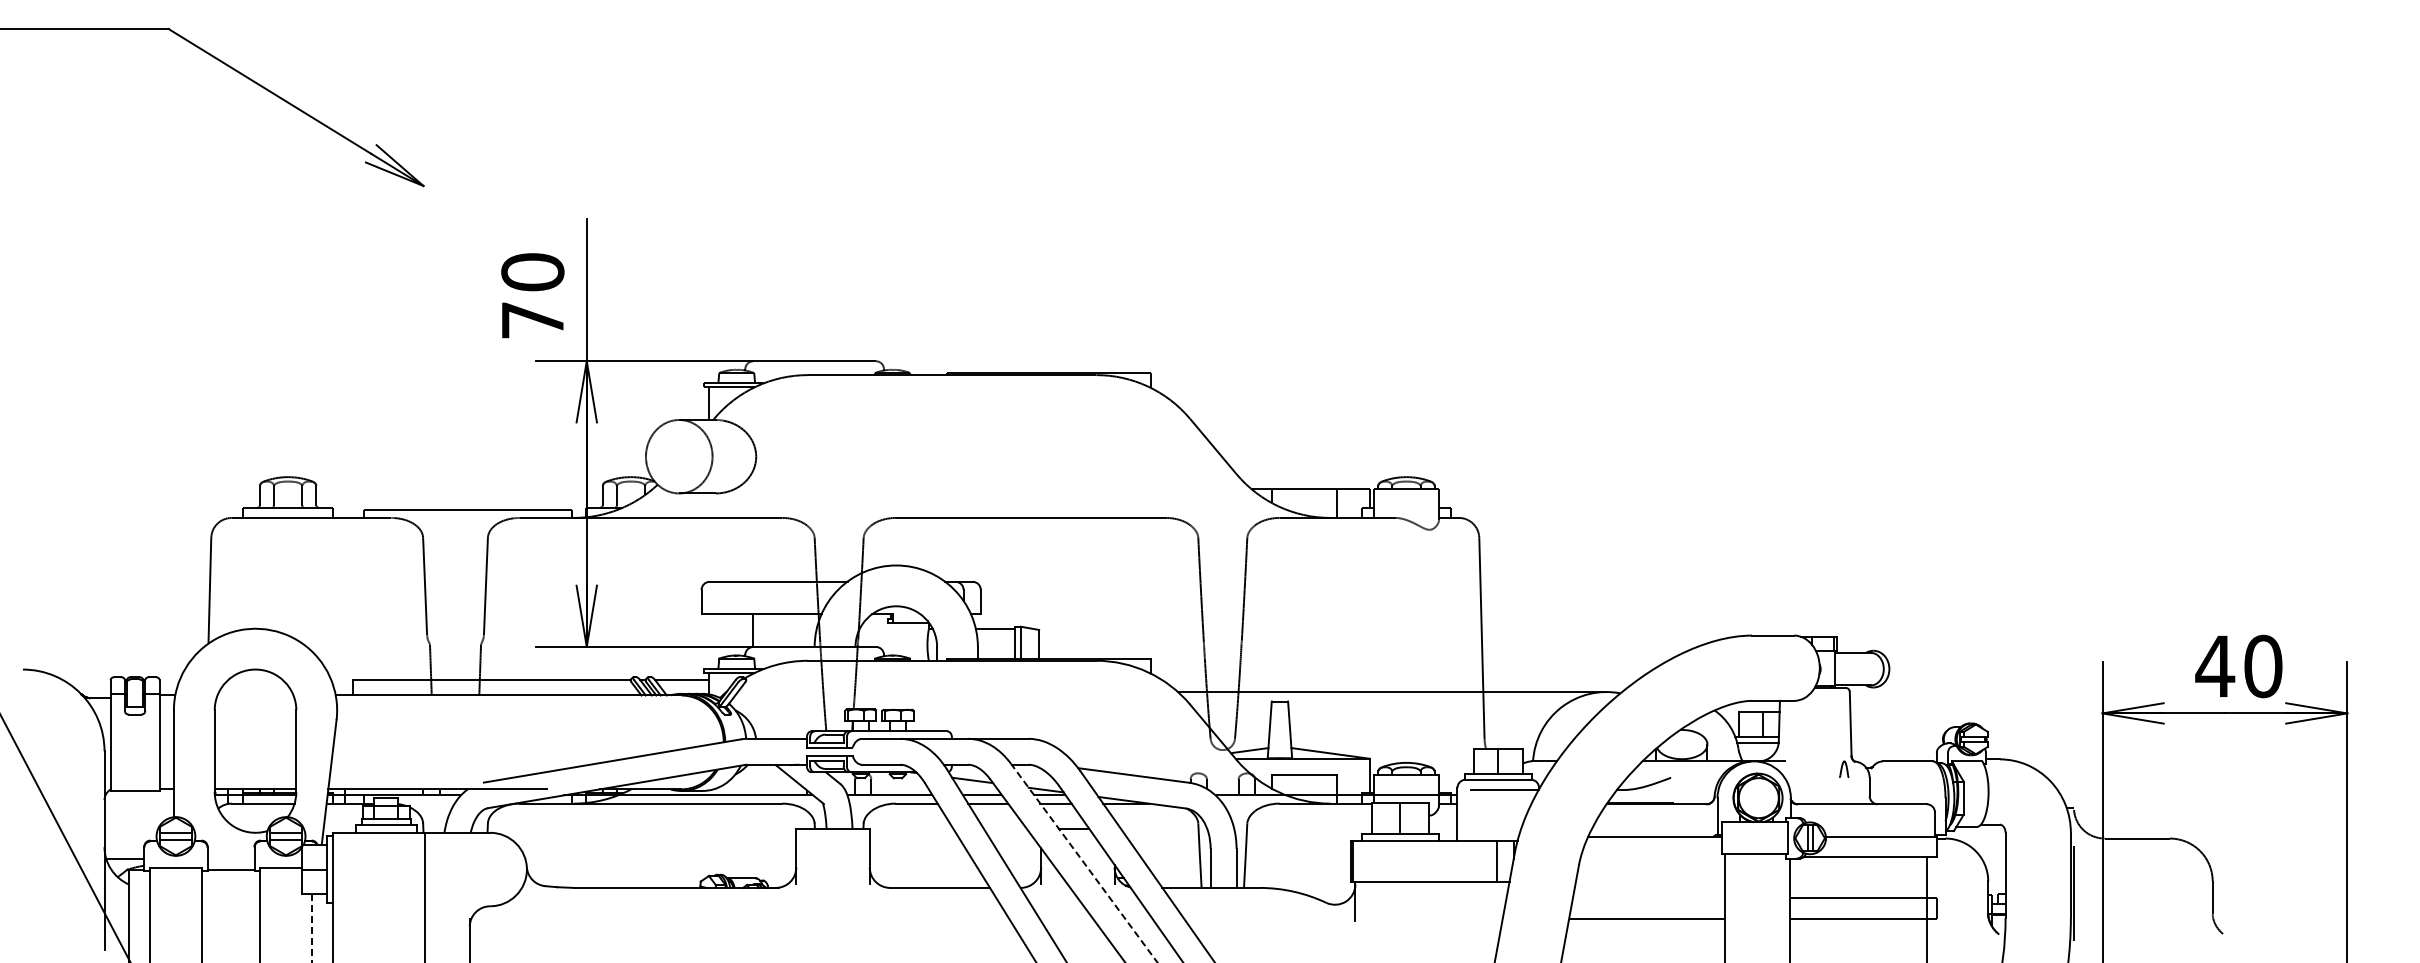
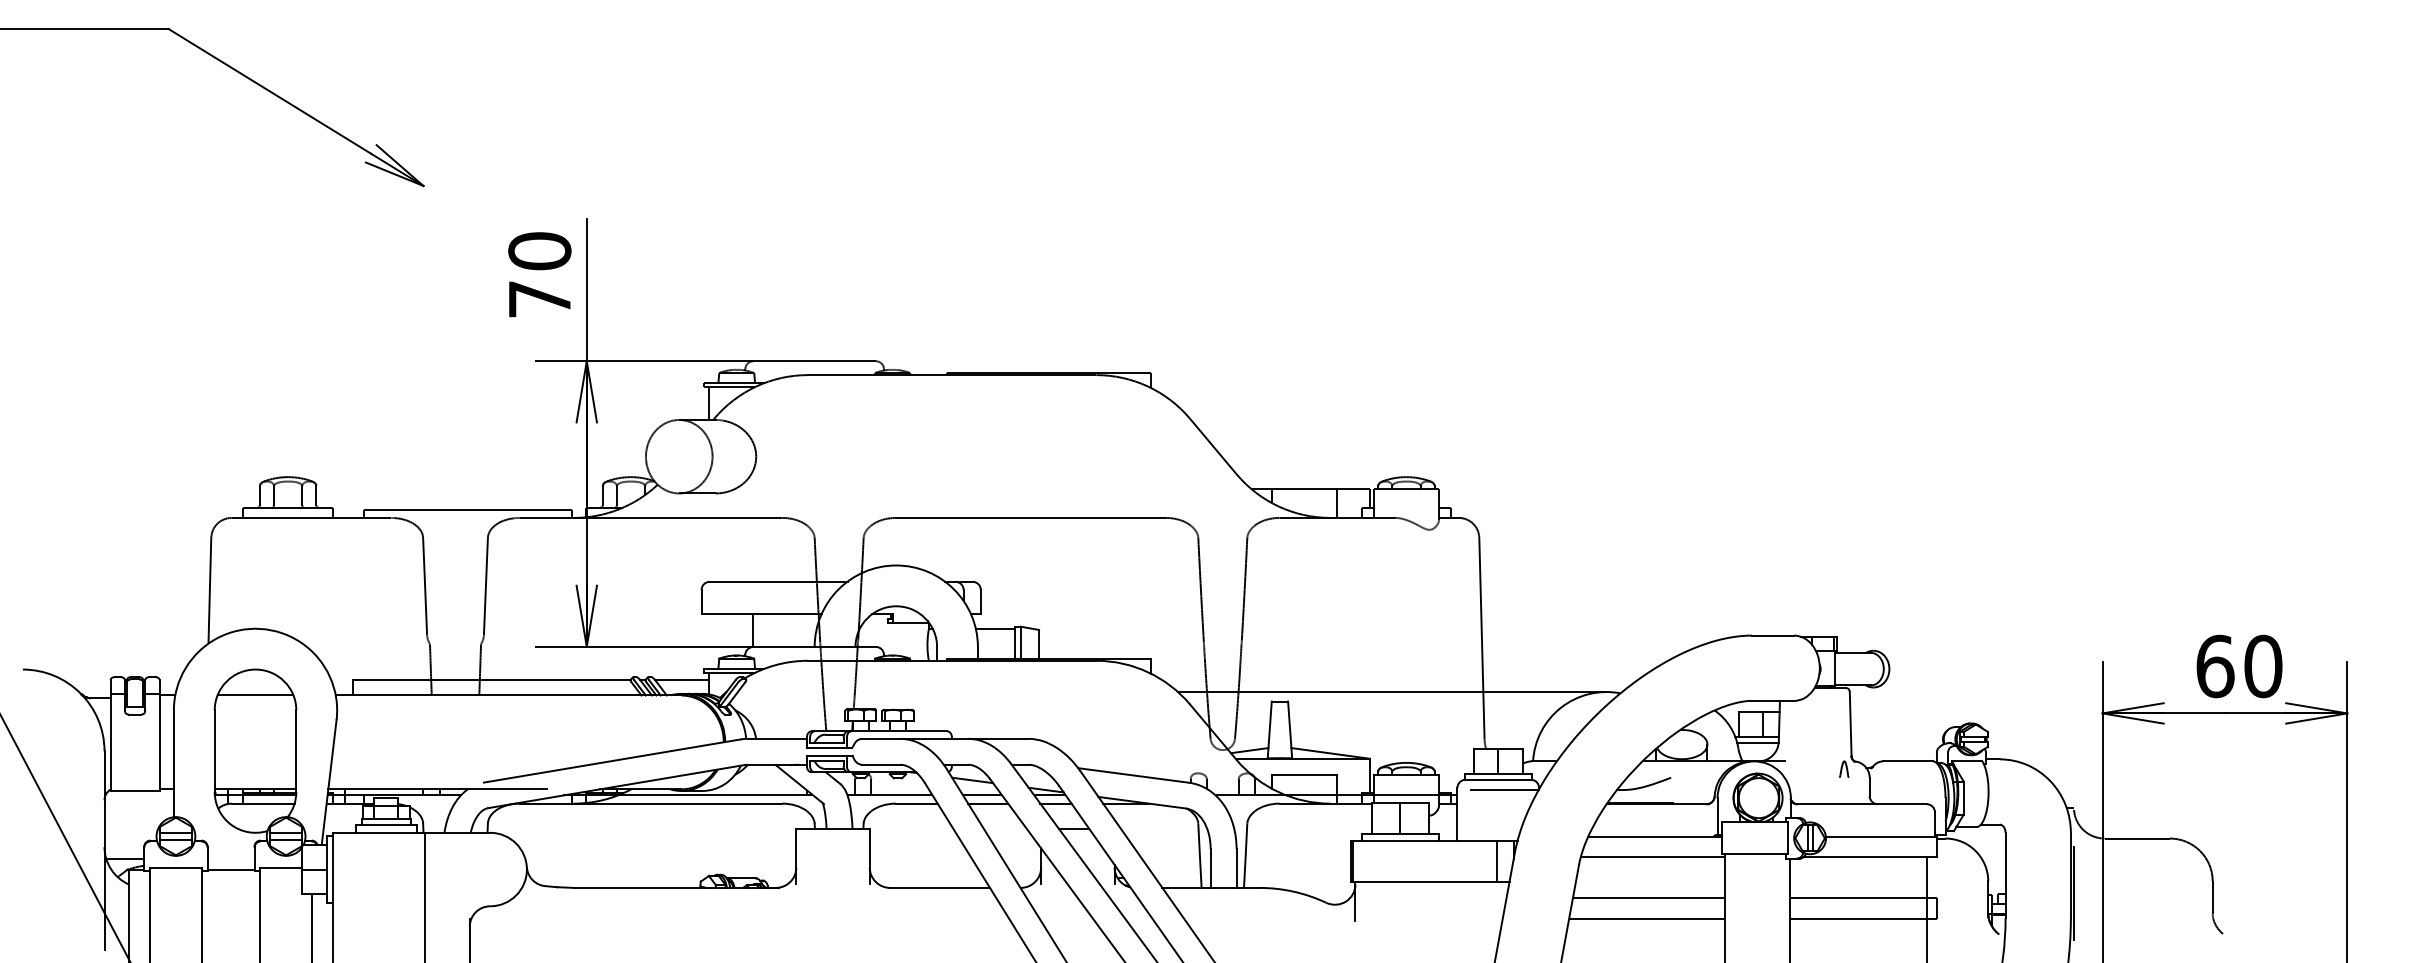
text at (532, 295) position: (532, 295) -> (539, 274)
text at (2215, 666): 40 -> 60
line at (255, 695): none -> present
line at (1652, 857): none -> present
line at (1084, 862): dashed -> solid
line at (1648, 898): none -> present
line at (312, 928): dashed -> solid
